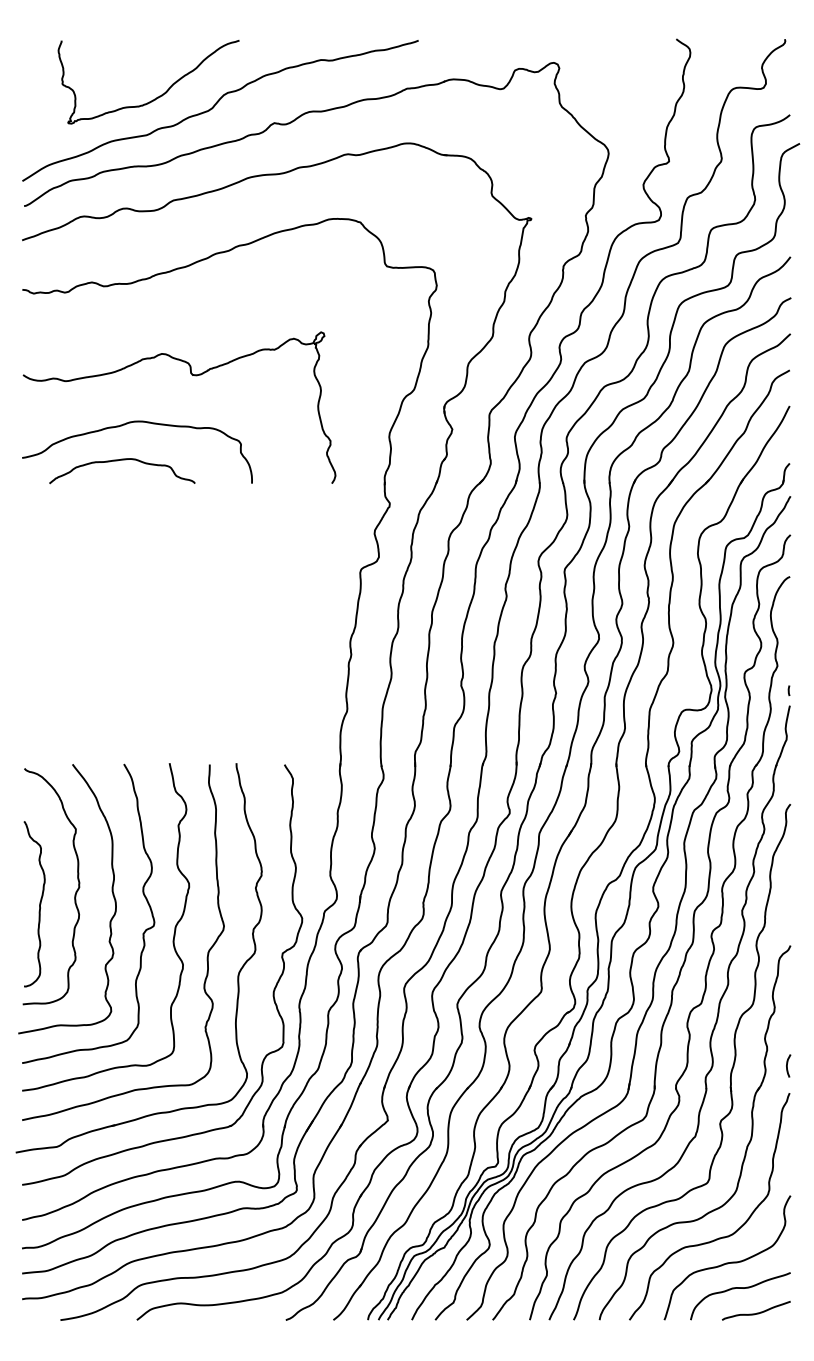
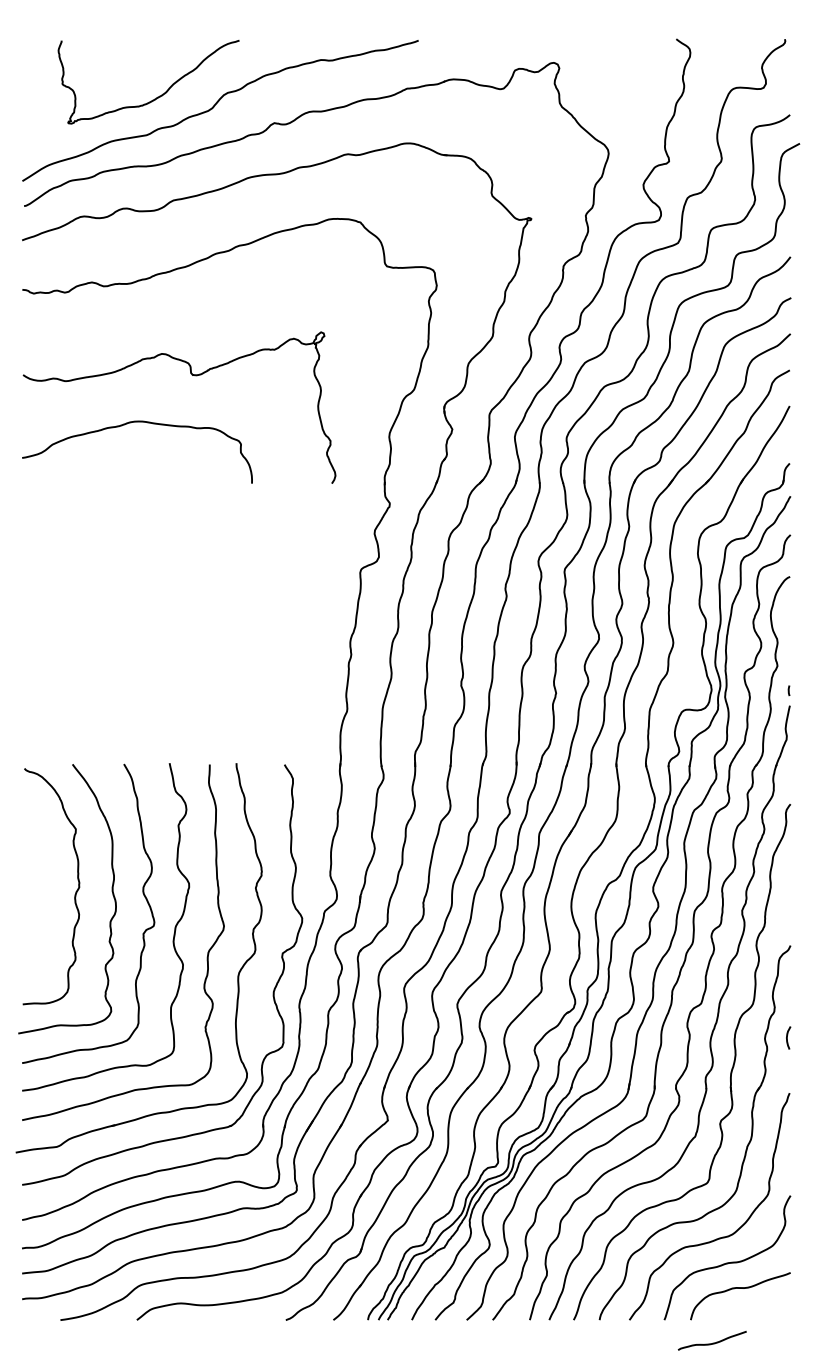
curve at (122, 460): present -> none
curve at (39, 904): present -> none
curve at (787, 1065) position: (787, 1065) -> (787, 1037)
curve at (756, 1312) position: (756, 1312) -> (712, 1342)
